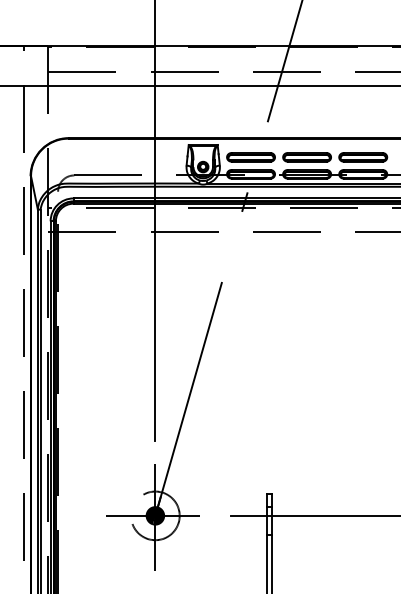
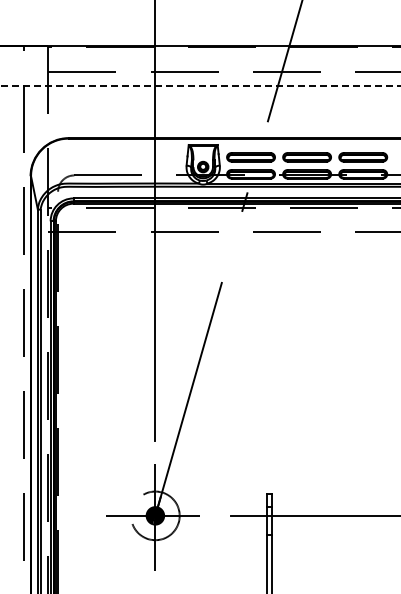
line at (200, 86): solid -> dashed
